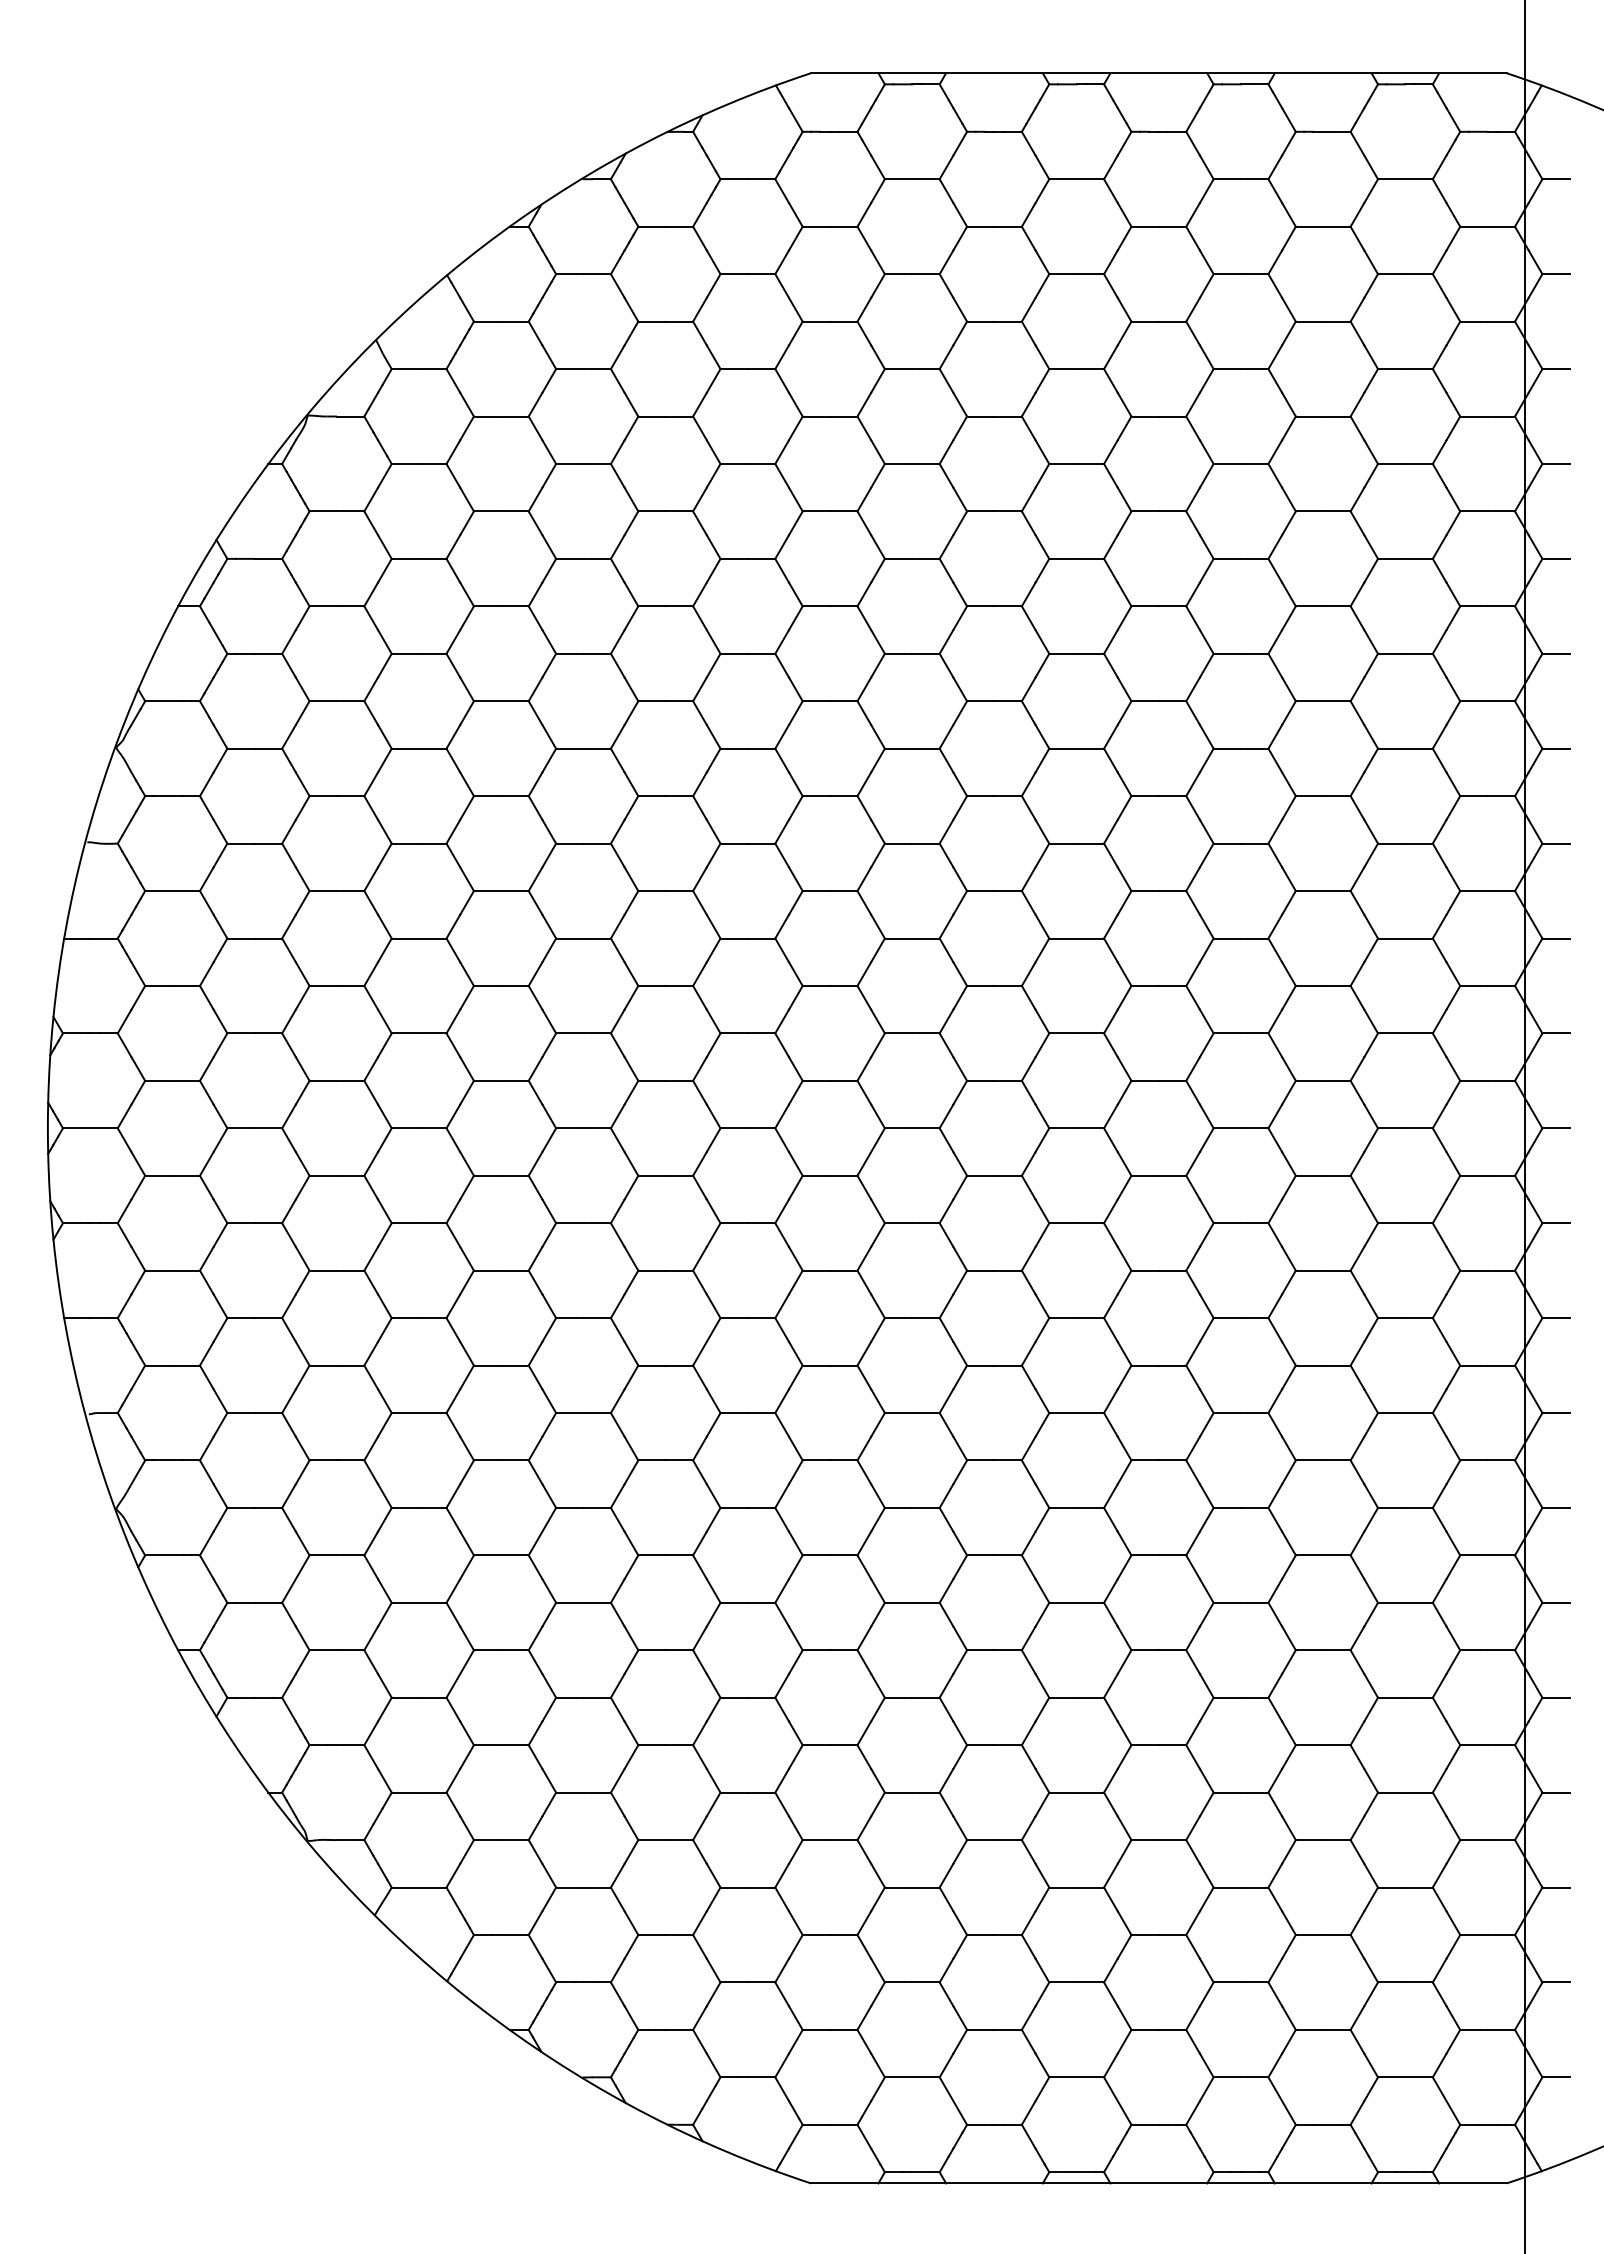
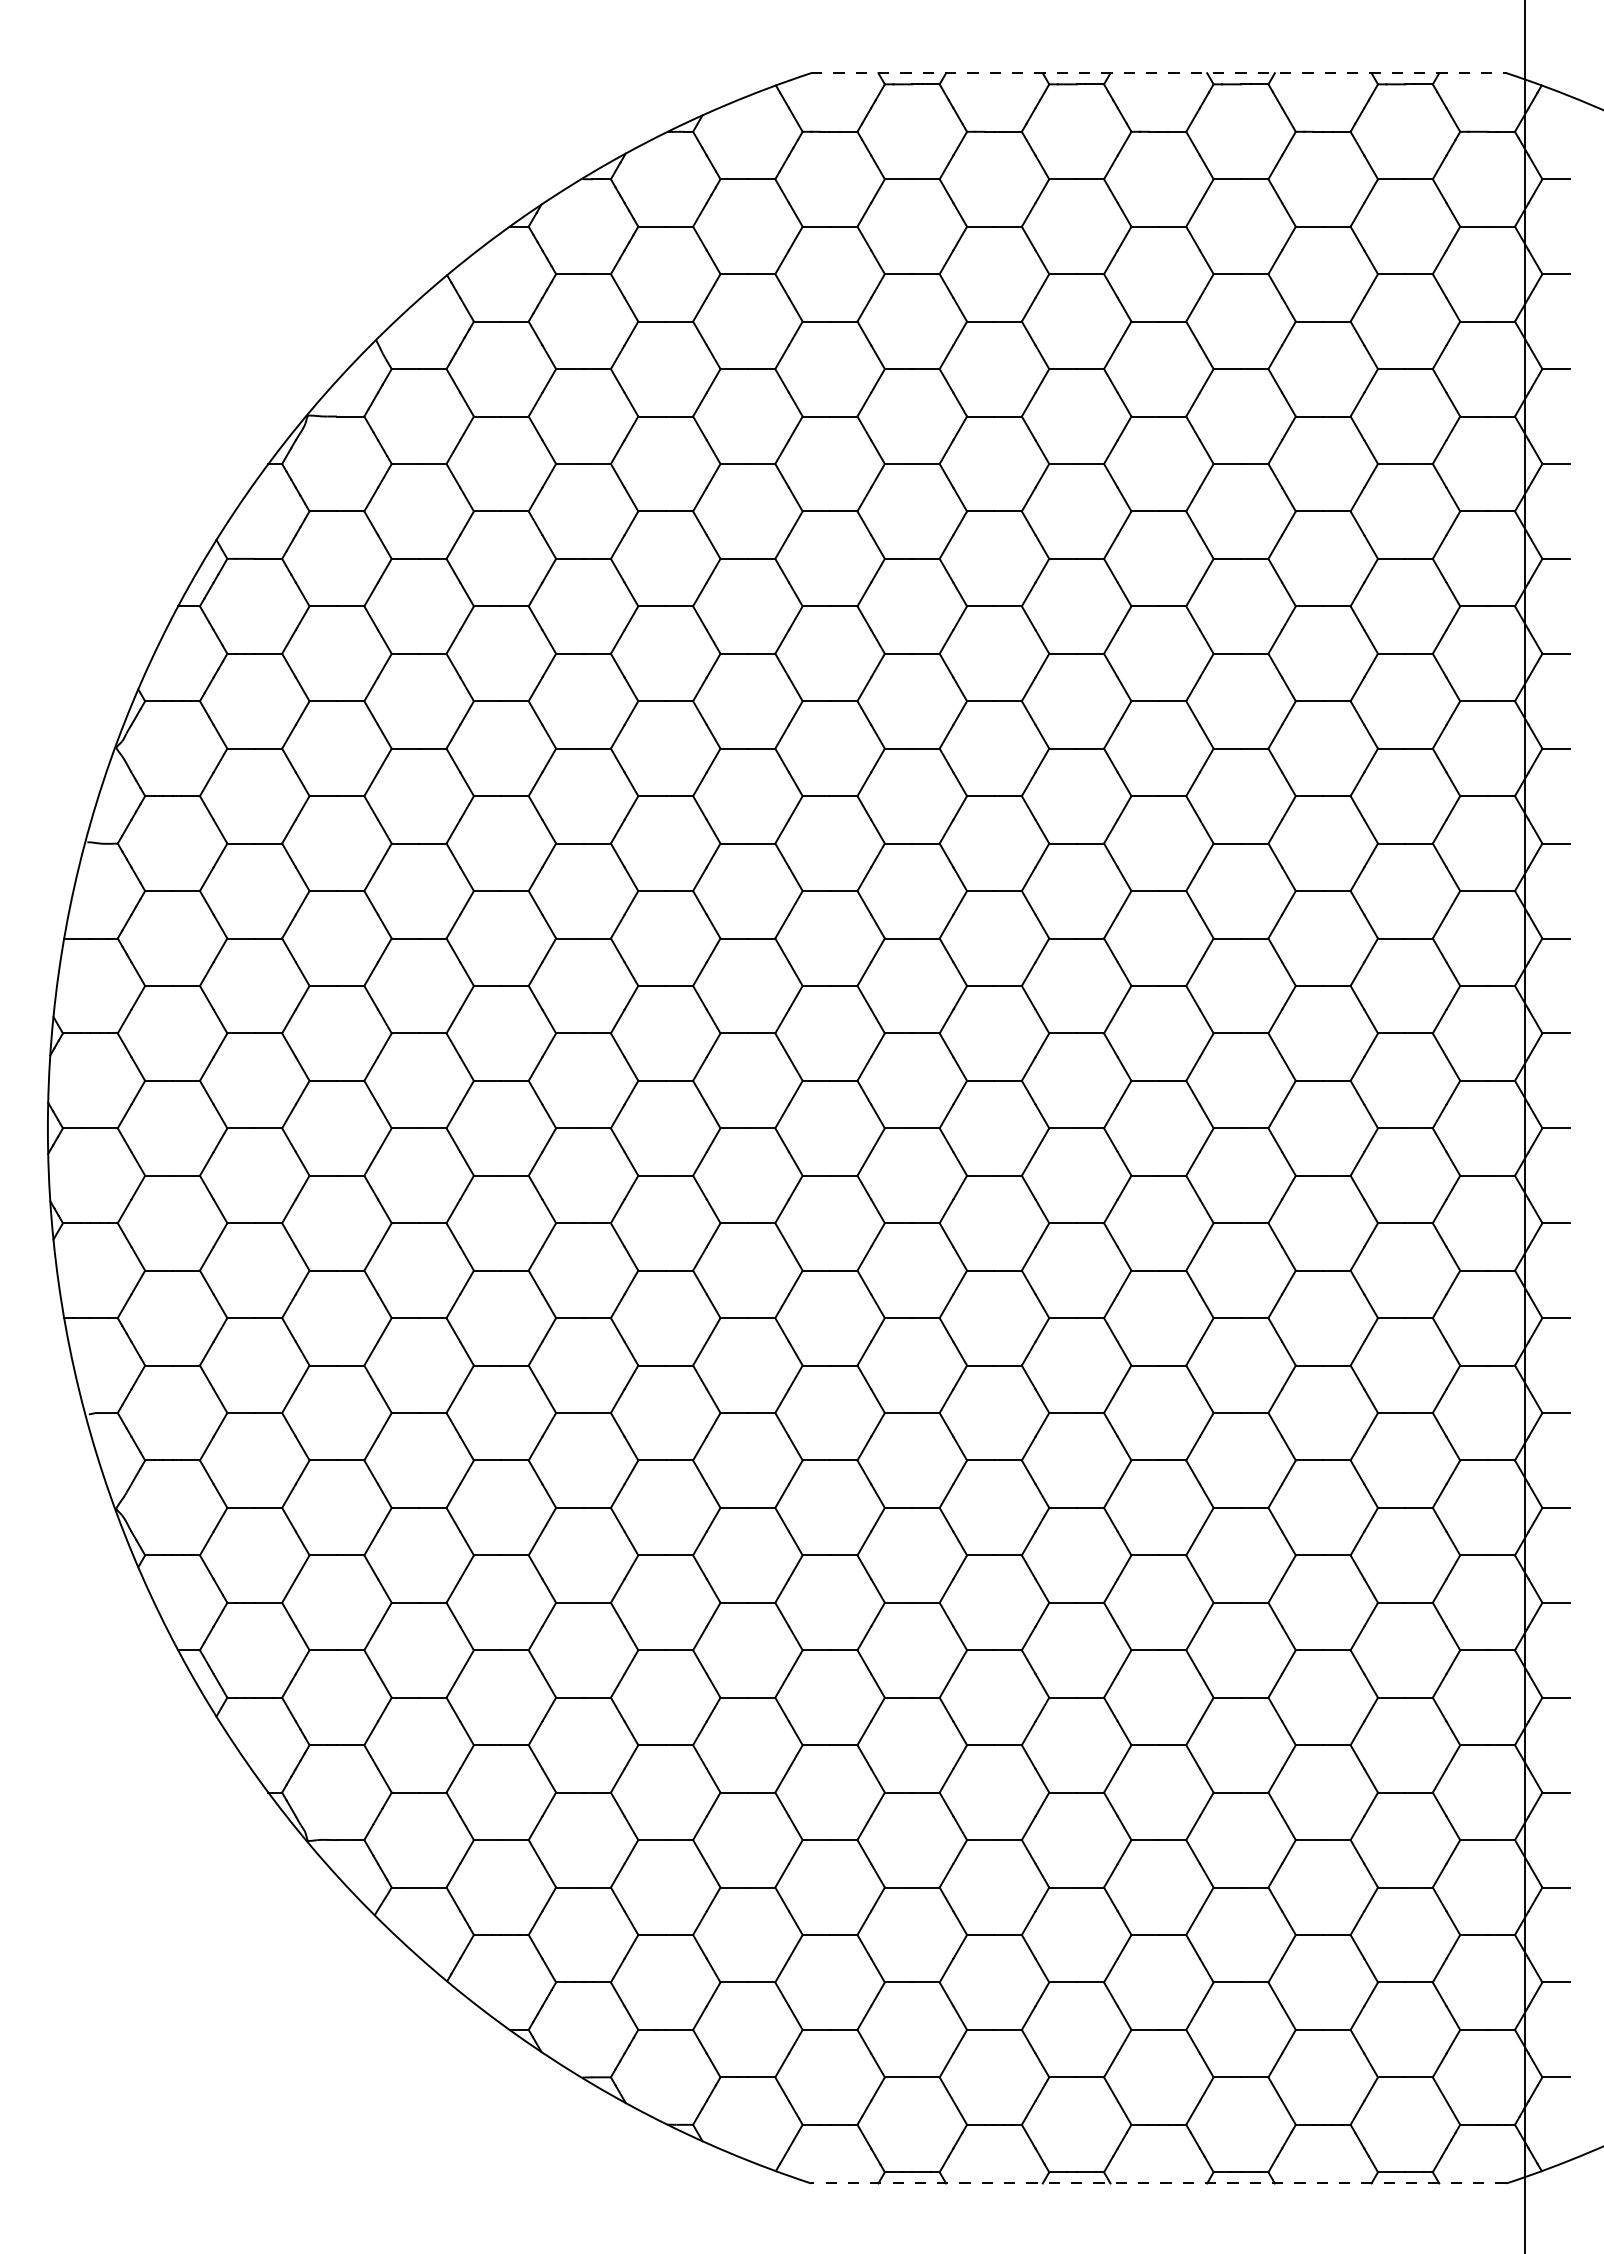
line at (1158, 73): solid -> dashed
line at (1158, 2183): solid -> dashed
